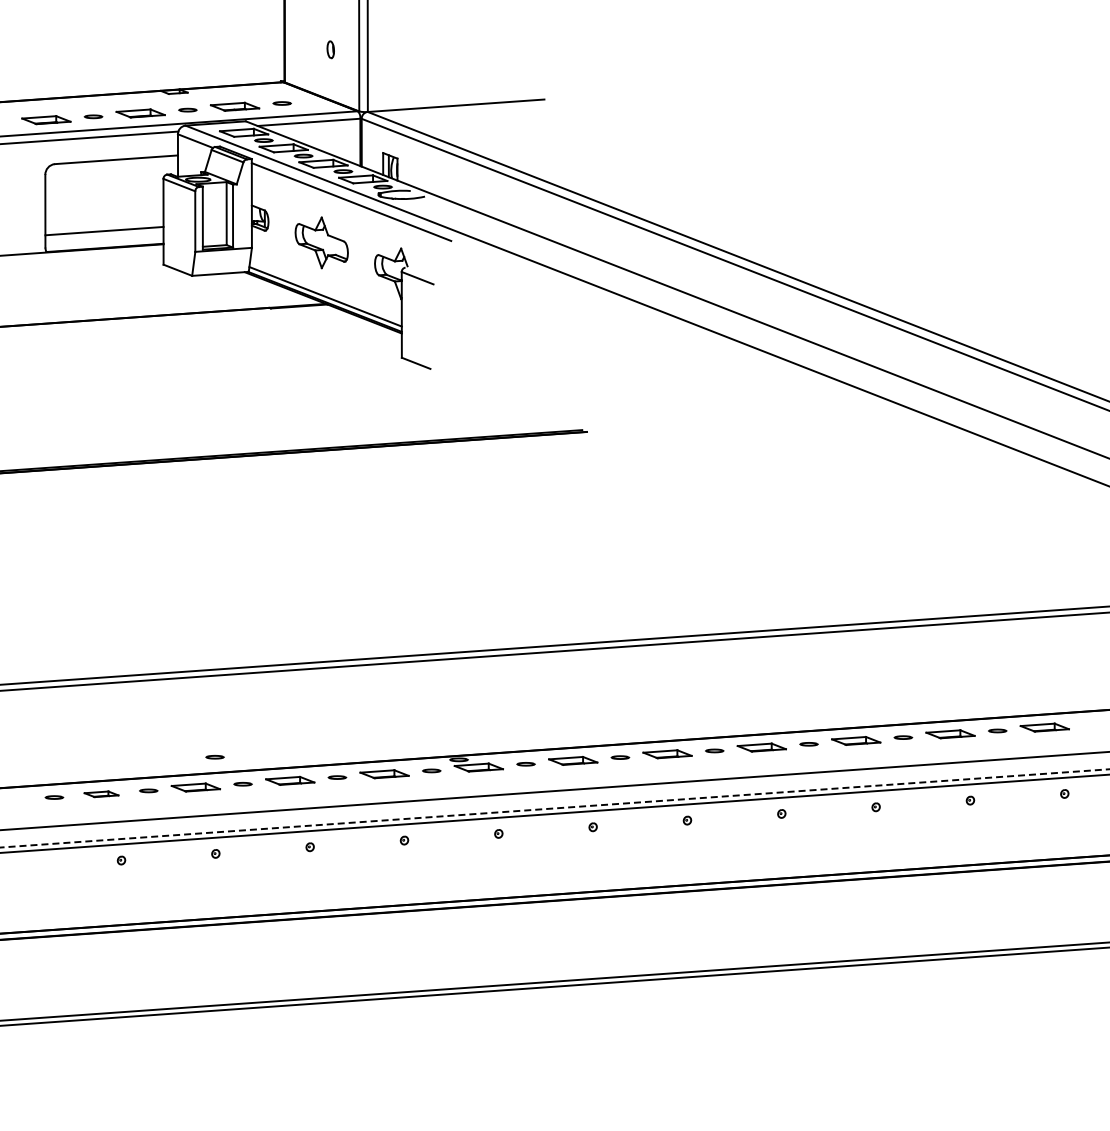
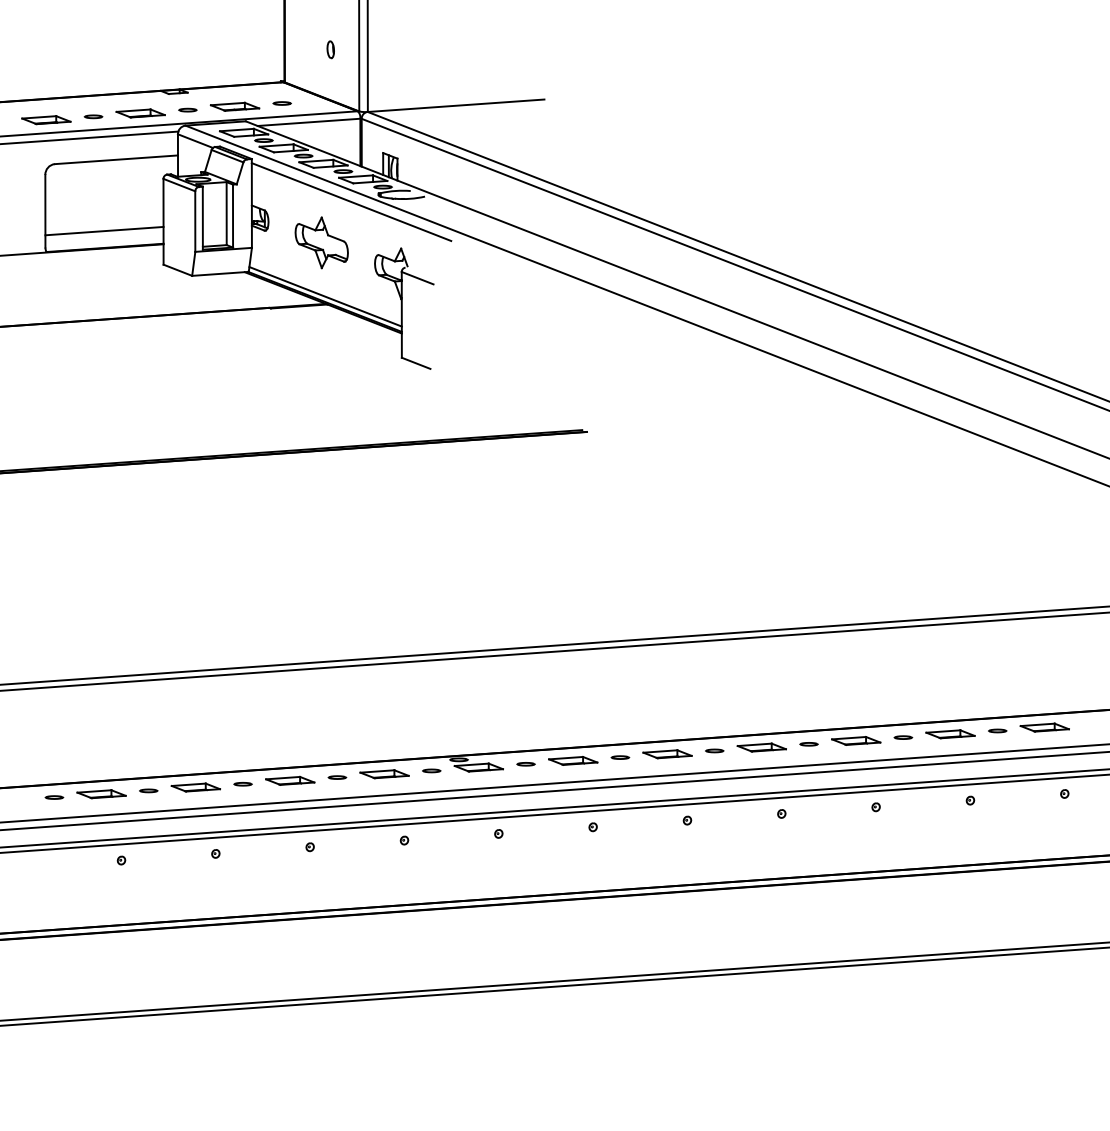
line at (214, 757): present -> none
line at (554, 783): none -> present
part at (101, 794) size: 37x9 px -> 51x11 px
line at (555, 808): dashed -> solid
